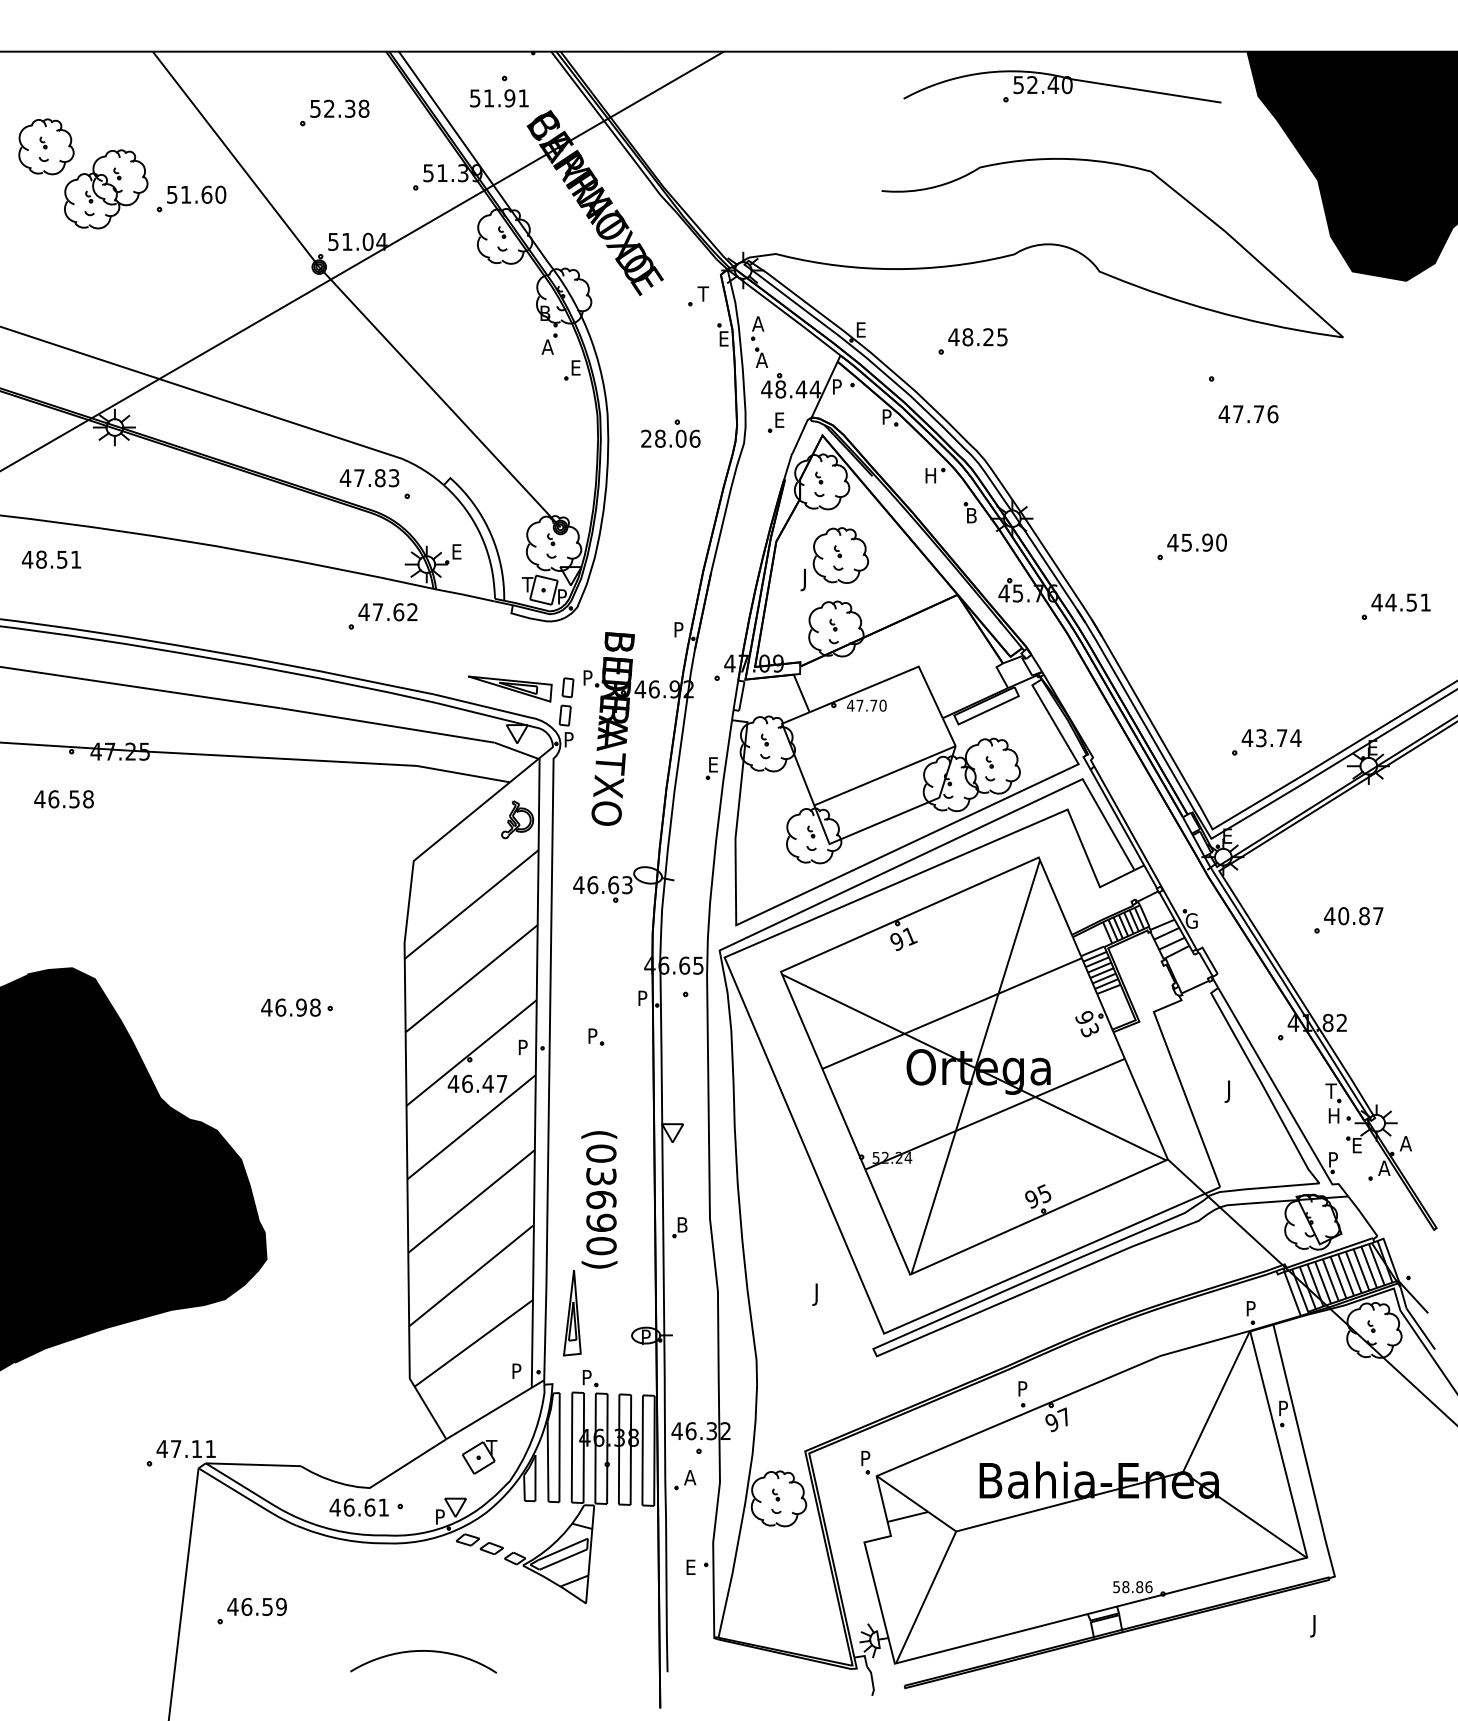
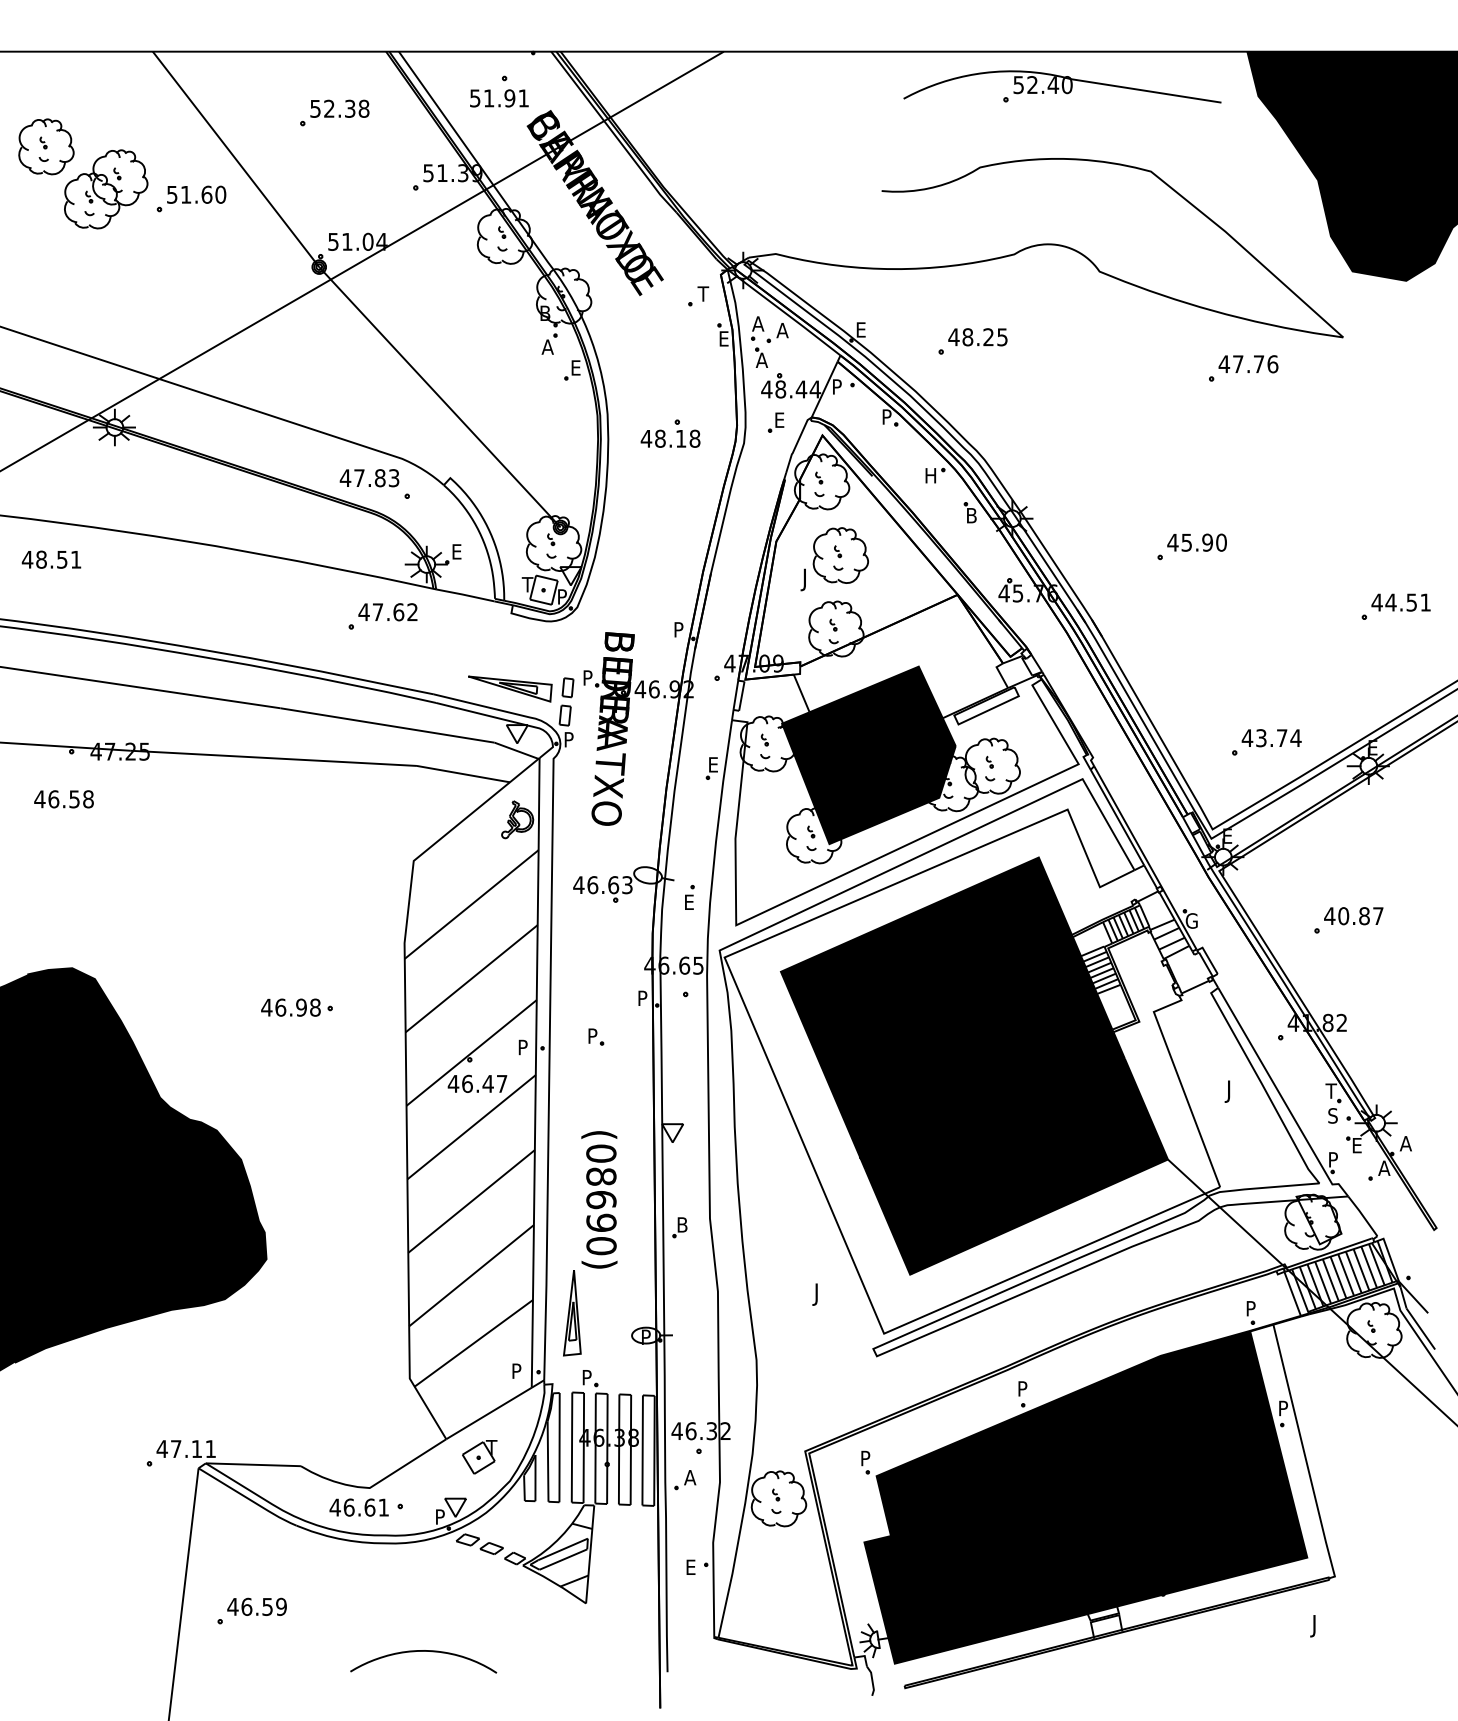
part at (777, 332): none -> present
text at (1248, 414) position: (1248, 414) -> (1248, 364)
text at (670, 438): 28.06 -> 48.18
fill at (868, 755): none -> present
part at (689, 897): none -> present
fill at (973, 1065): none -> present
text at (1333, 1115): H -> S
text at (601, 1176): (03690) -> (08690)
fill at (1085, 1496): none -> present
